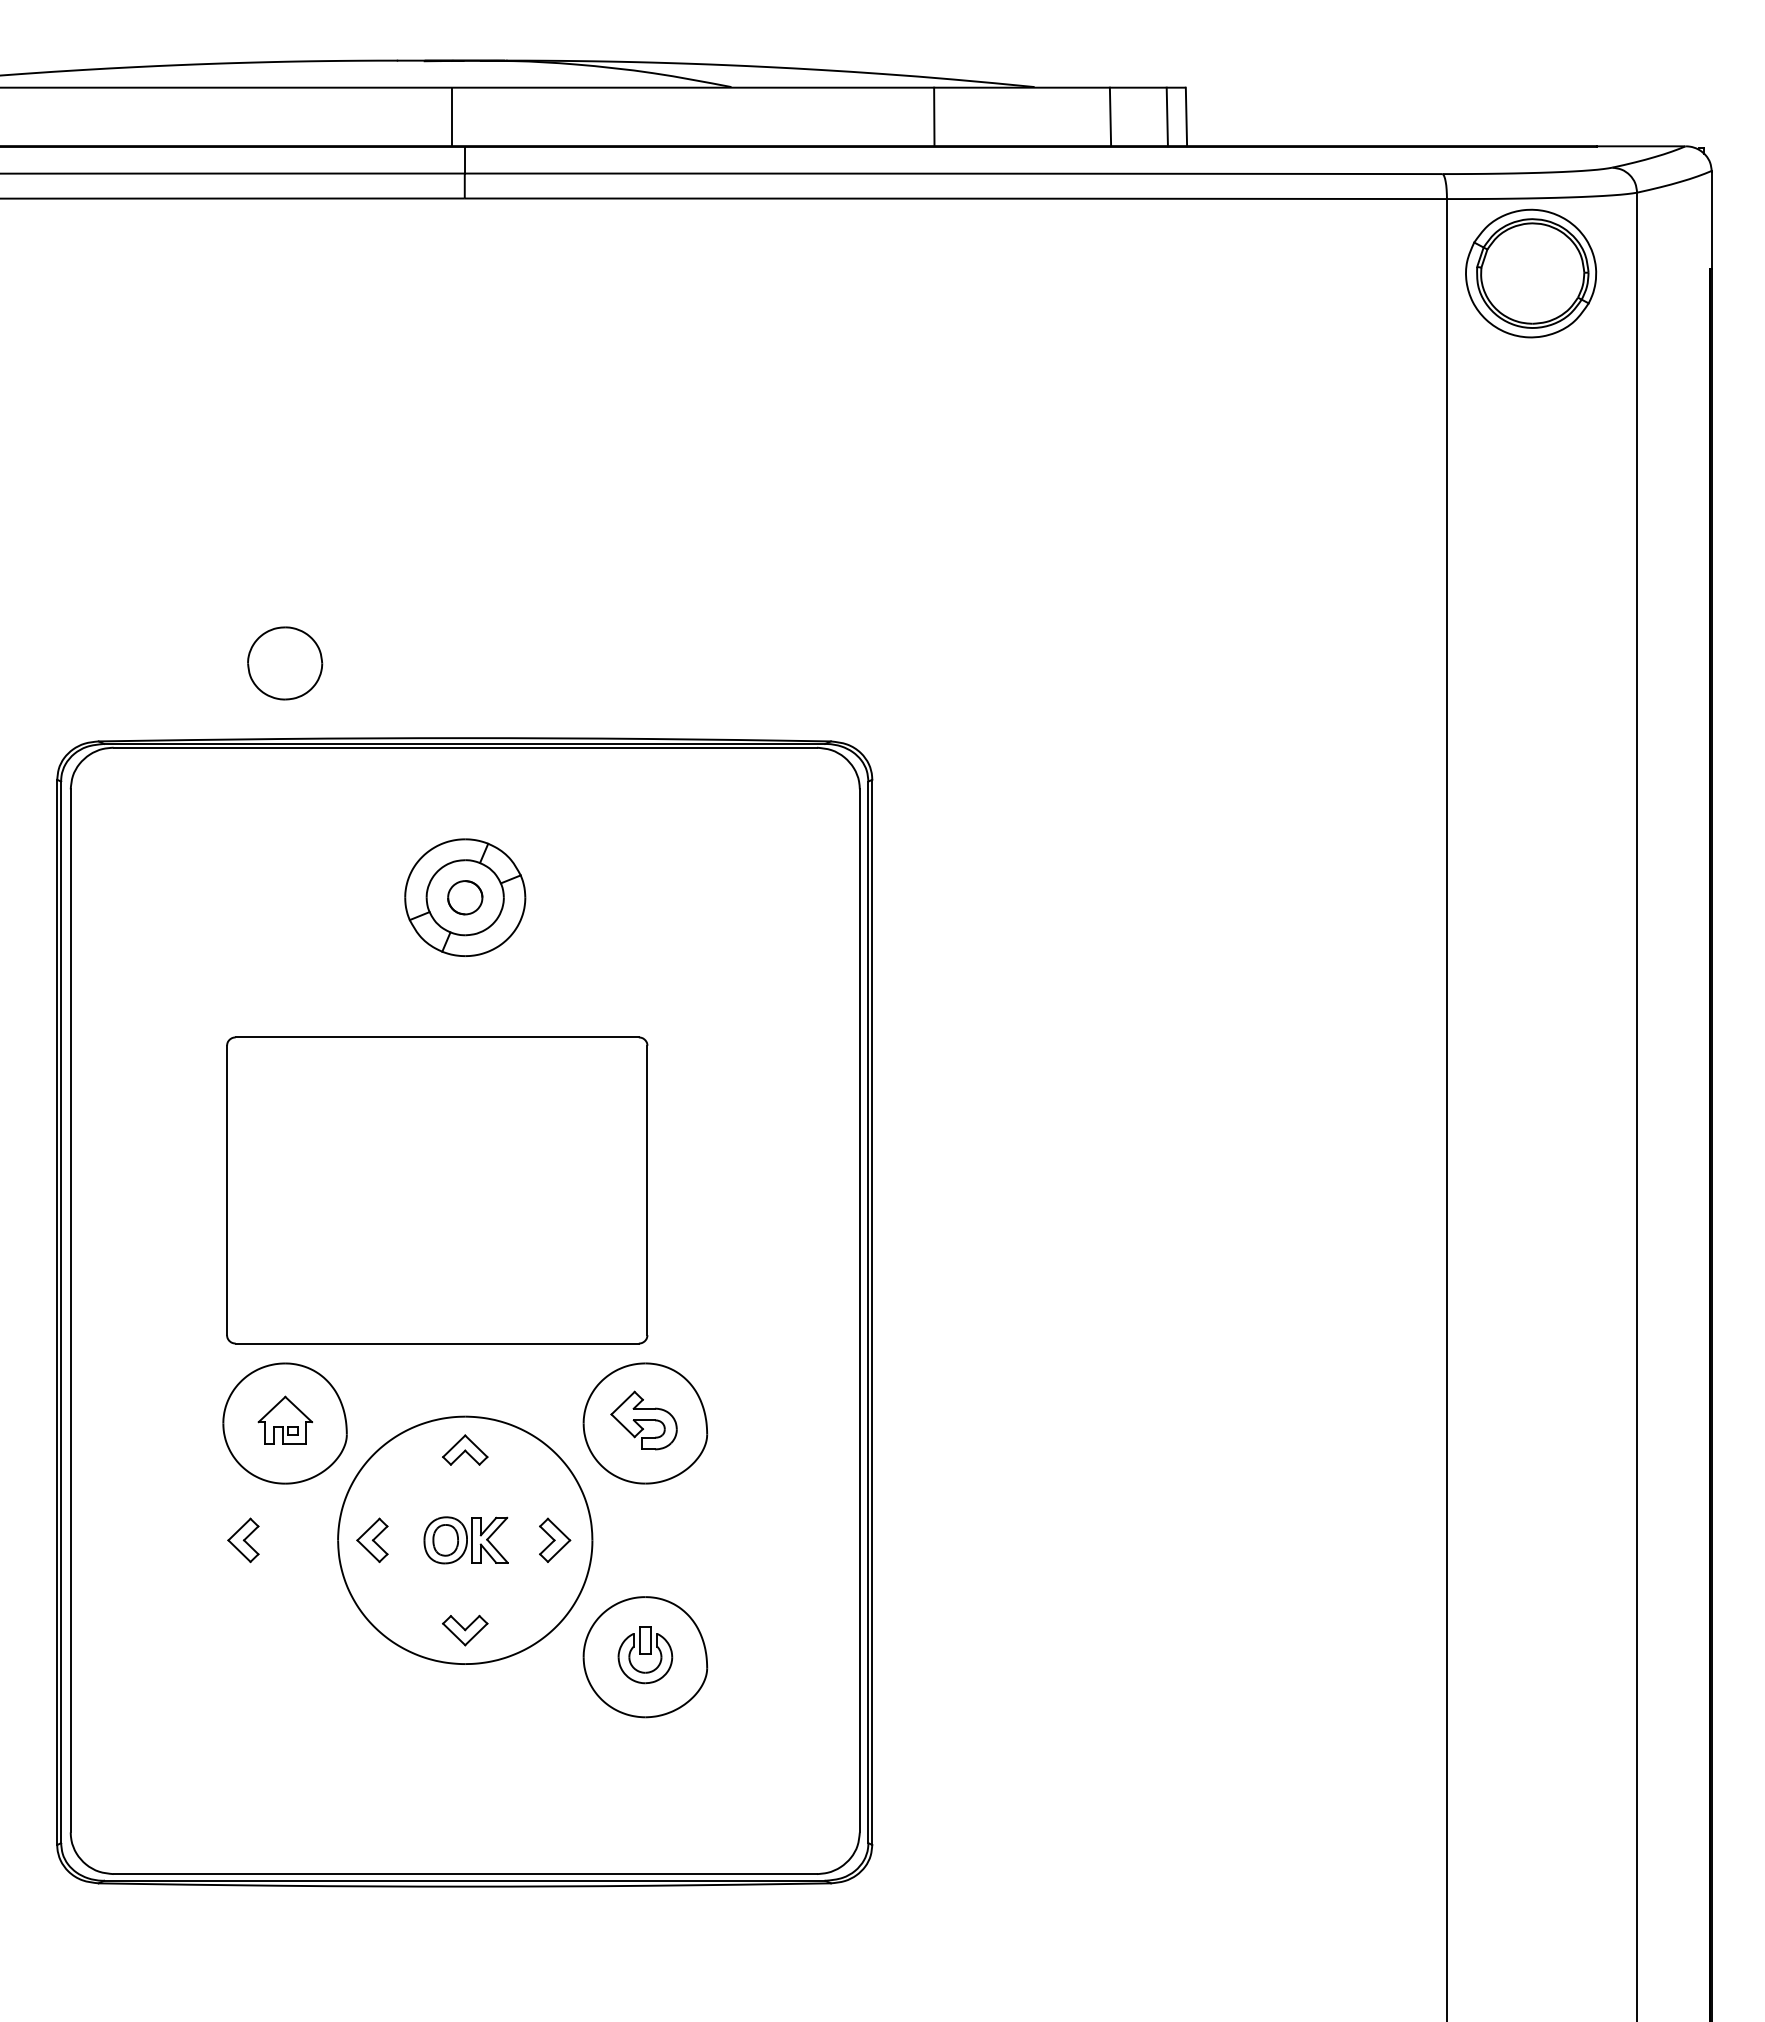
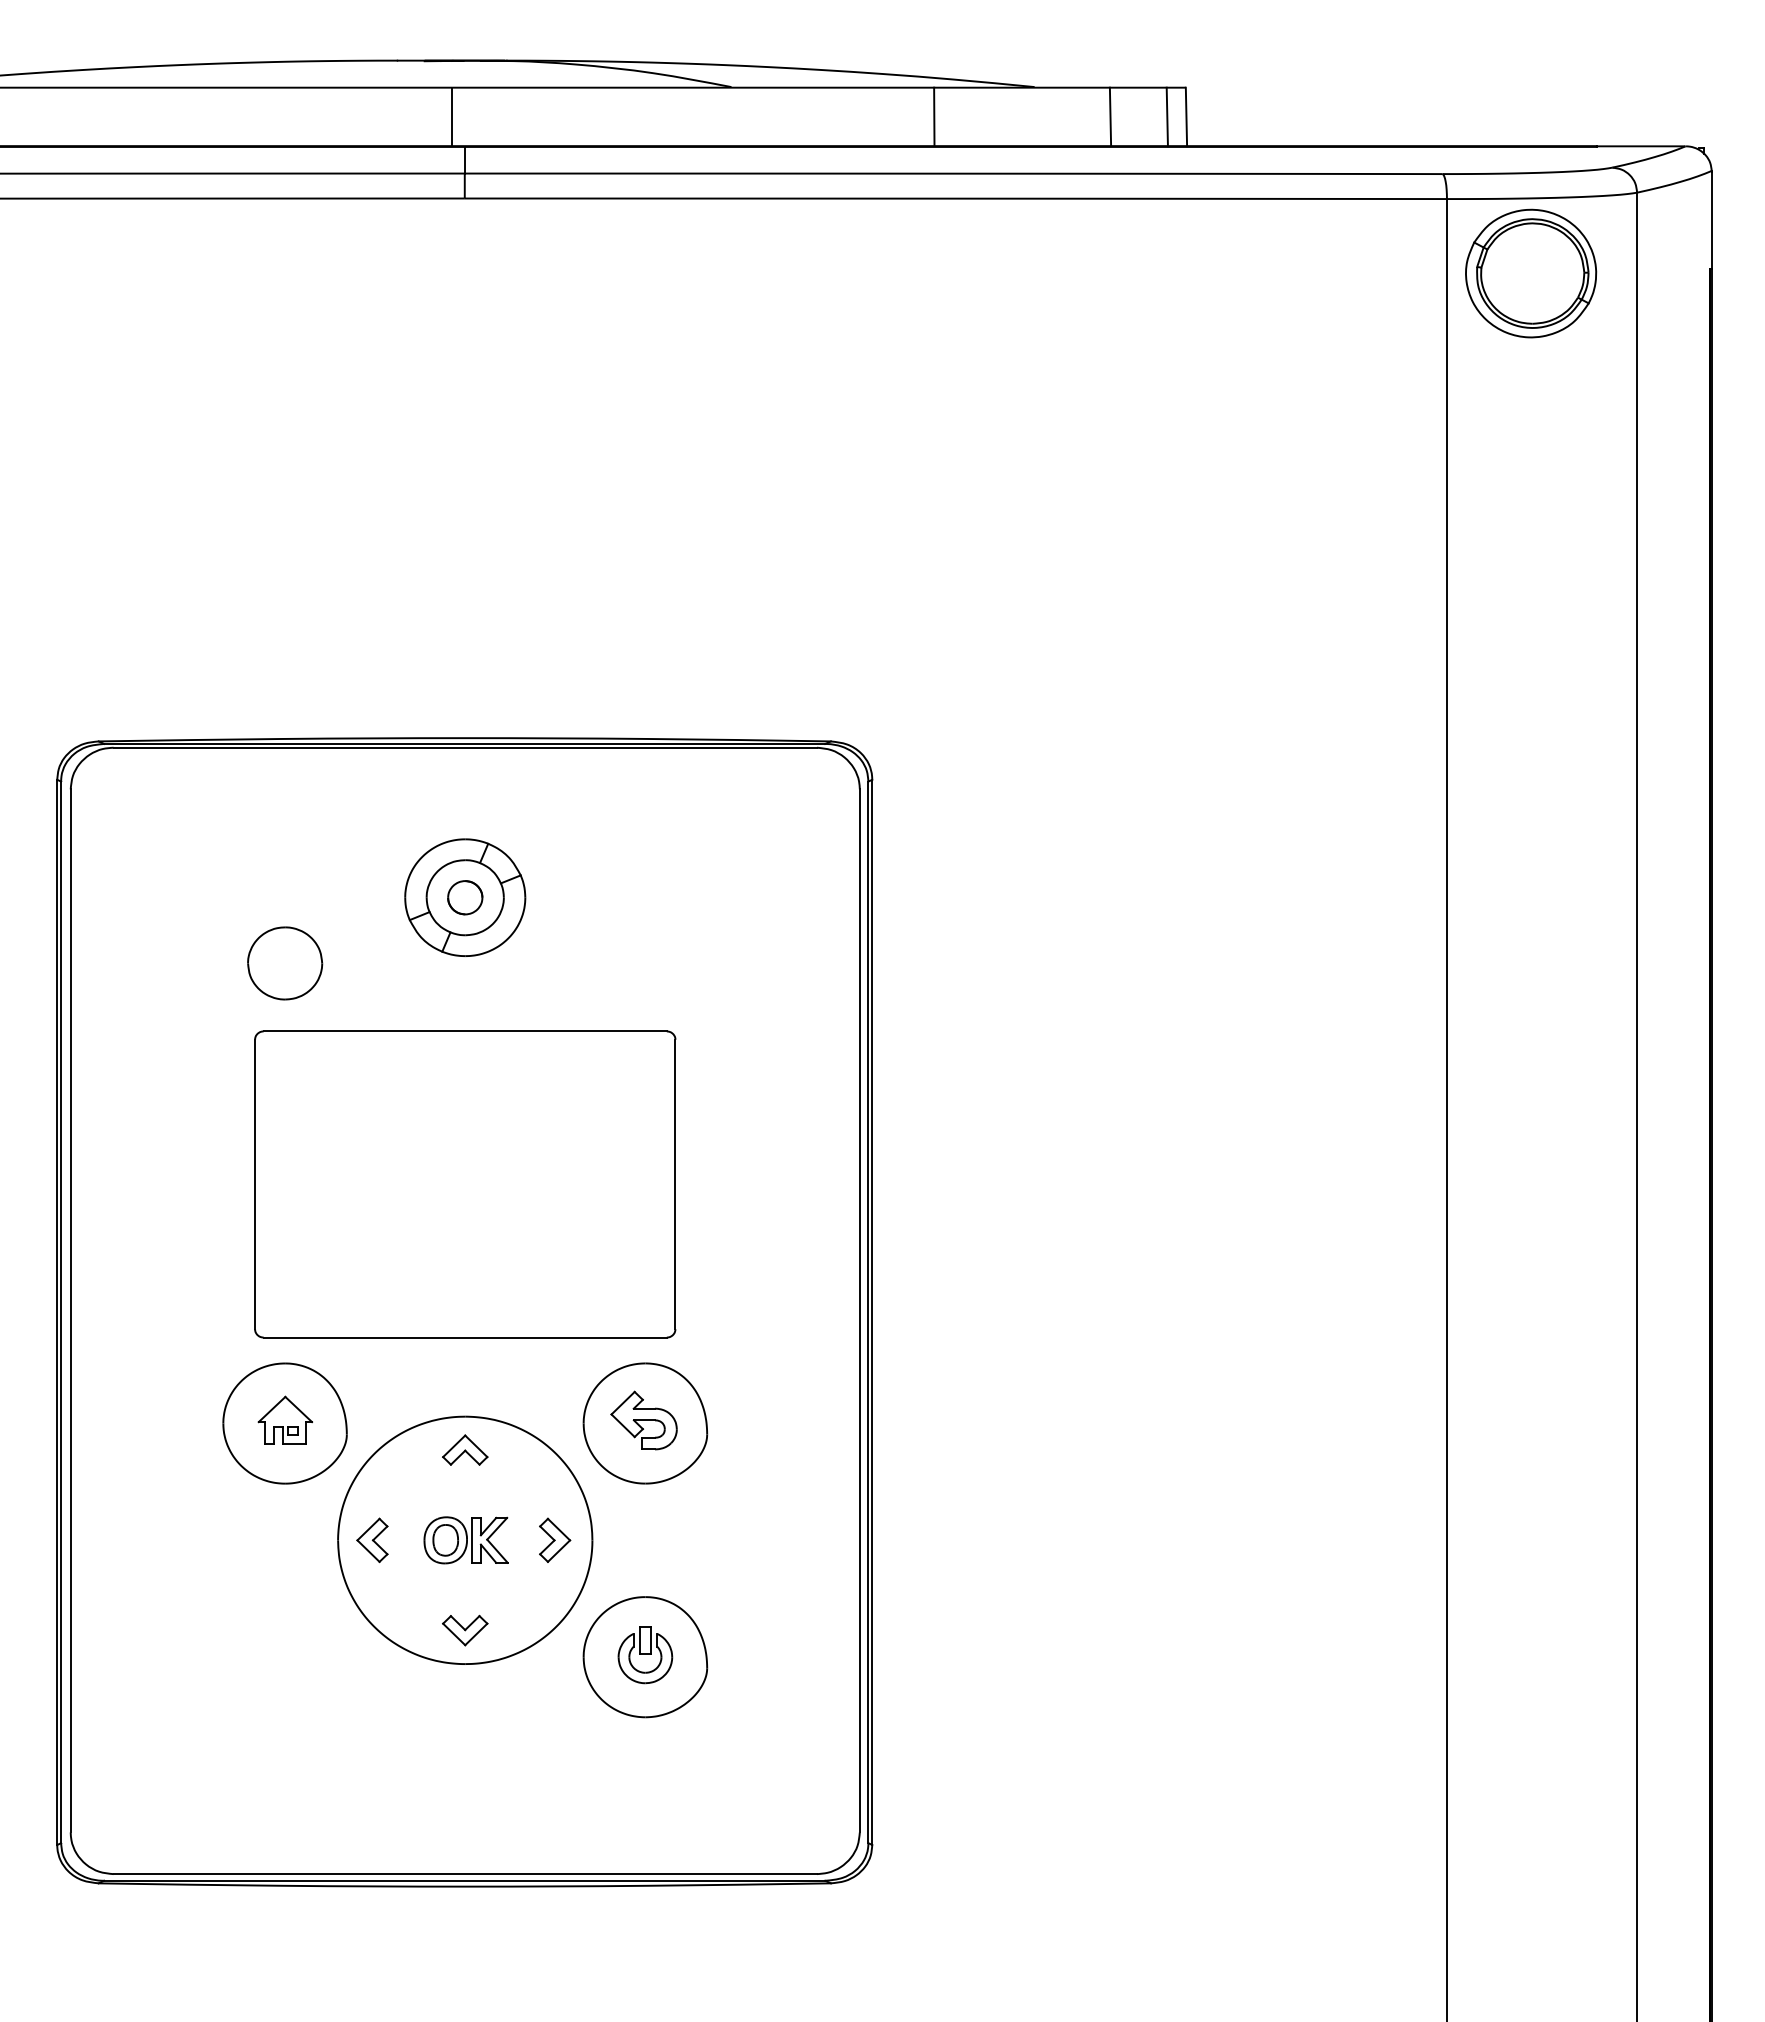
part at (285, 663) position: (285, 663) -> (285, 963)
part at (437, 1190) position: (437, 1190) -> (465, 1184)
part at (243, 1540): present -> none
